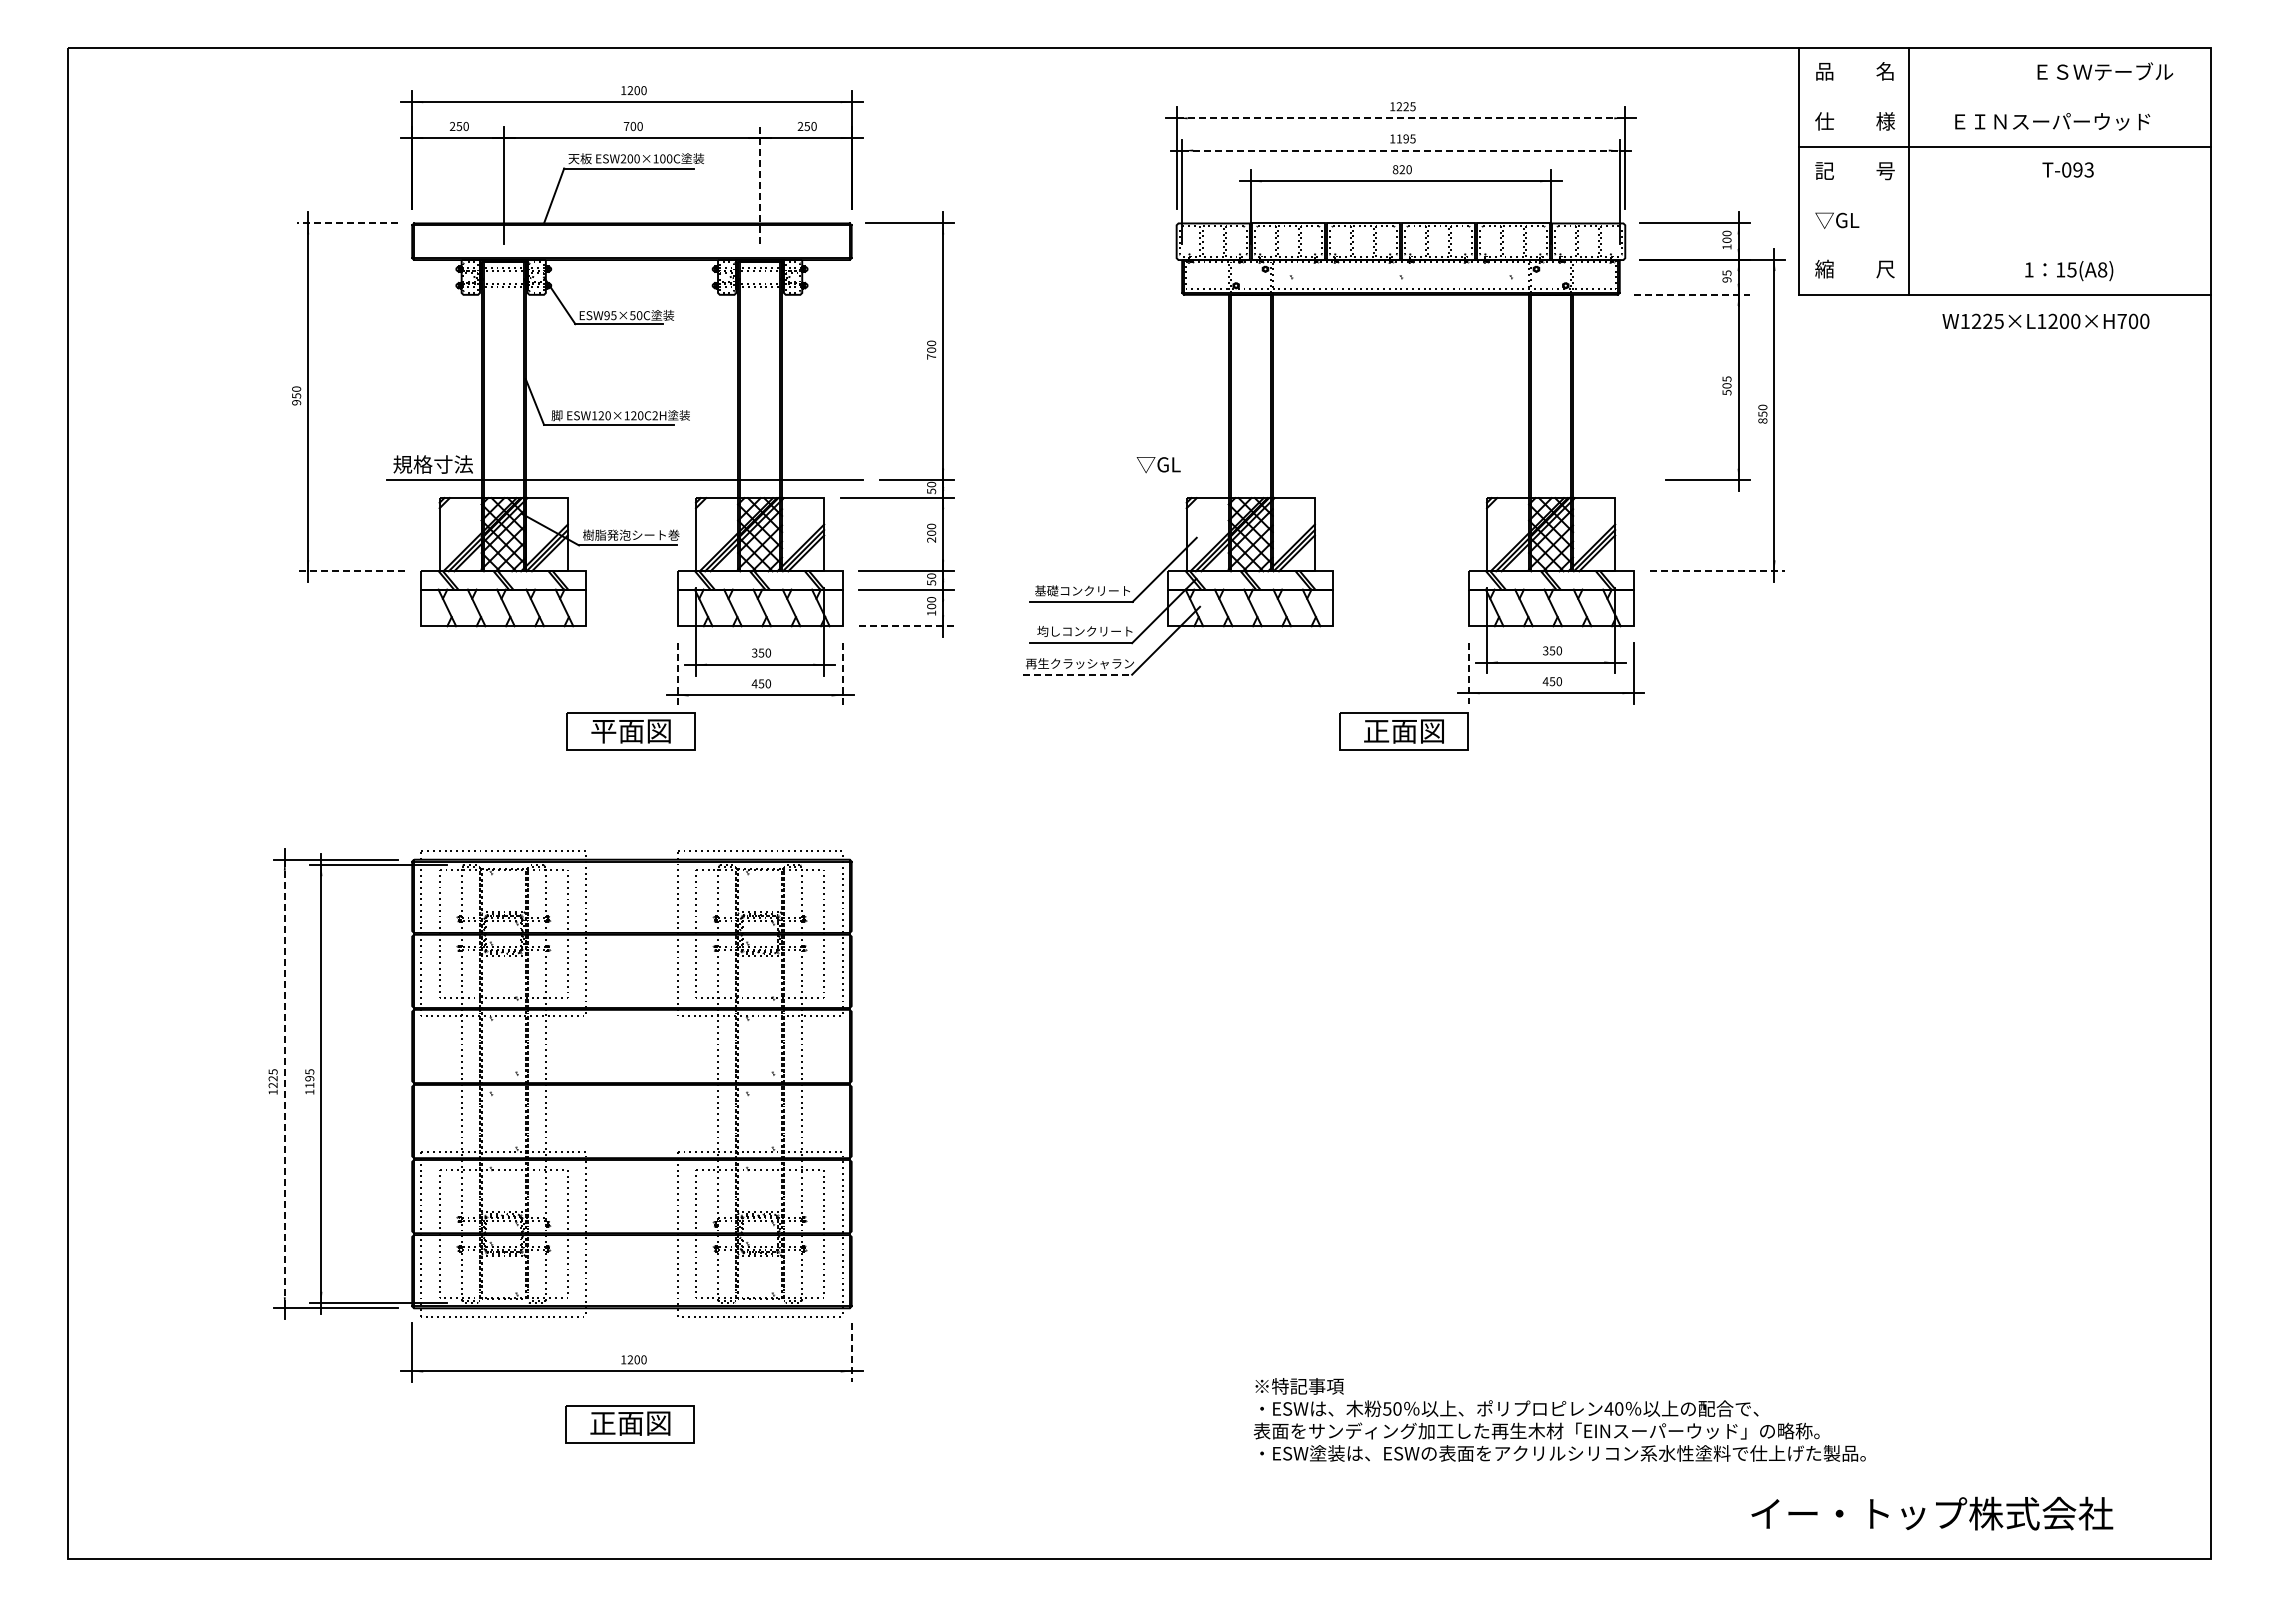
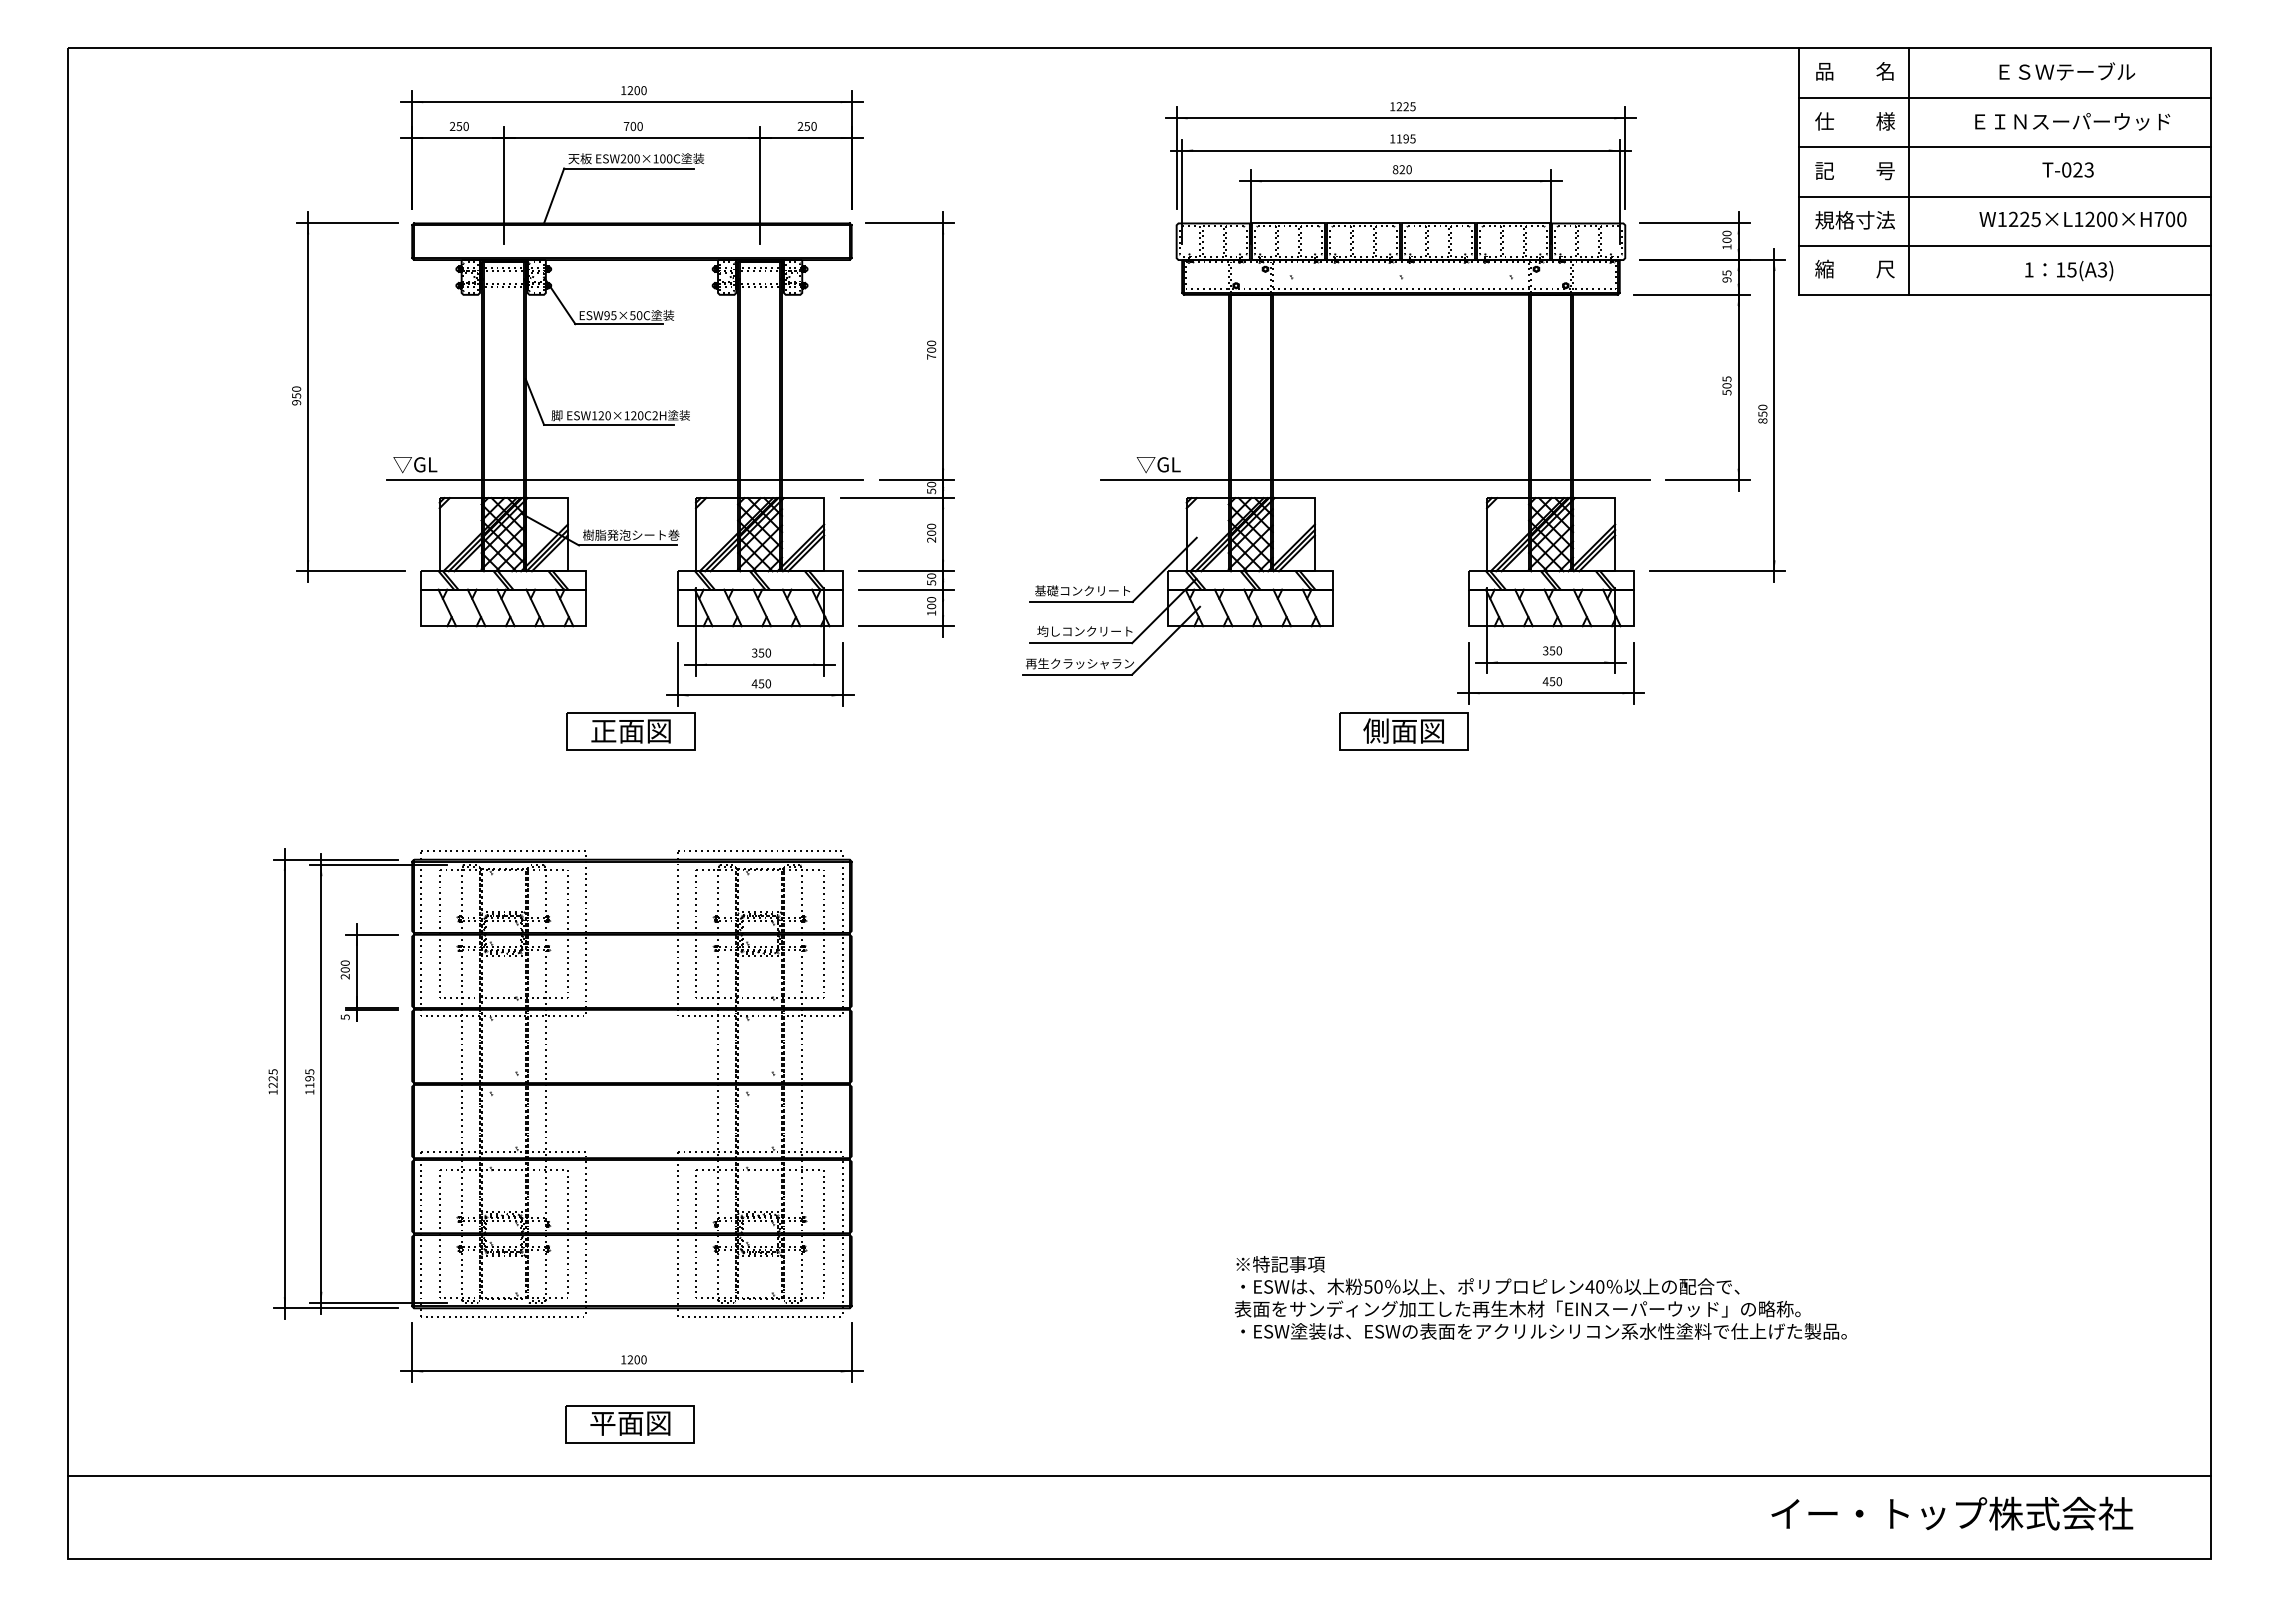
text at (2105, 71) position: (2105, 71) -> (2067, 71)
line at (2004, 97): none -> present
line at (1401, 118): dashed -> solid
text at (2052, 121) position: (2052, 121) -> (2072, 121)
line at (1400, 150): dashed -> solid
text at (2077, 170): T-093 -> T-023
line at (760, 184): dashed -> solid
line at (2004, 196): none -> present
text at (1854, 219): ▽GL -> 規格寸法
line at (346, 223): dashed -> solid
line at (2004, 245): none -> present
text at (2102, 269): 15(A8) -> 15(A3)
line at (1692, 294): dashed -> solid
text at (2045, 321) position: (2045, 321) -> (2082, 219)
text at (432, 464): 規格寸法 -> ▽GL
line at (1374, 479): none -> present
line at (351, 571): dashed -> solid
line at (1717, 571): dashed -> solid
line at (906, 626): dashed -> solid
line at (1468, 673): dashed -> solid
line at (677, 674): dashed -> solid
line at (842, 674): dashed -> solid
line at (1077, 674): dashed -> solid
text at (1376, 730): 正面図 -> 側面図
text at (603, 731): 平面図 -> 正面図
part at (357, 972): none -> present
line at (284, 1084): dashed -> solid
line at (851, 1352): dashed -> solid
text at (1559, 1419) position: (1559, 1419) -> (1540, 1297)
text at (602, 1423): 正面図 -> 平面図
line at (1139, 1476): none -> present
text at (1932, 1513) position: (1932, 1513) -> (1952, 1513)
